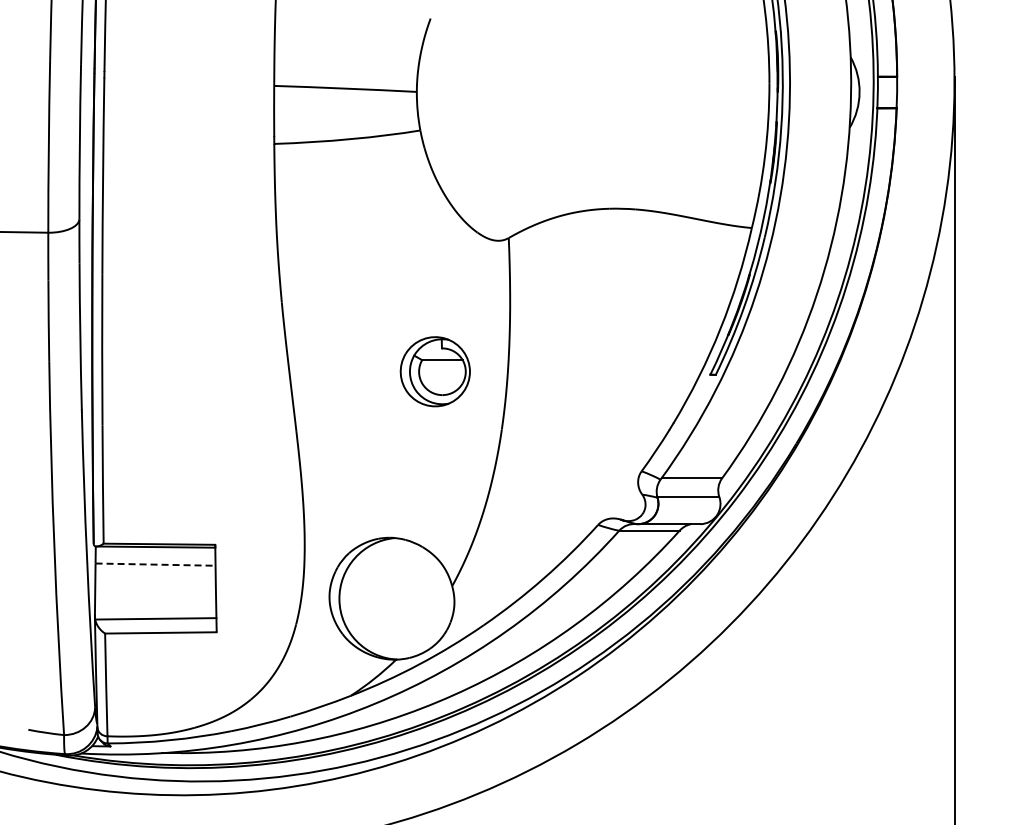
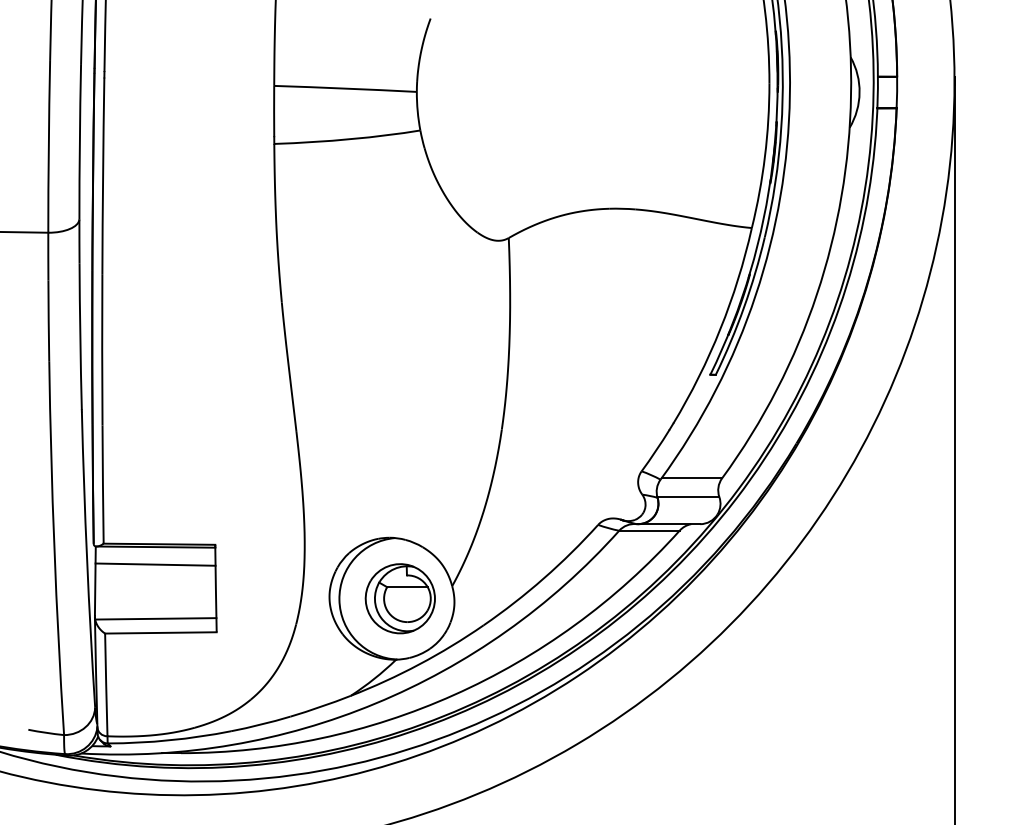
part at (434, 371) position: (434, 371) -> (399, 598)
line at (156, 564): dashed -> solid
